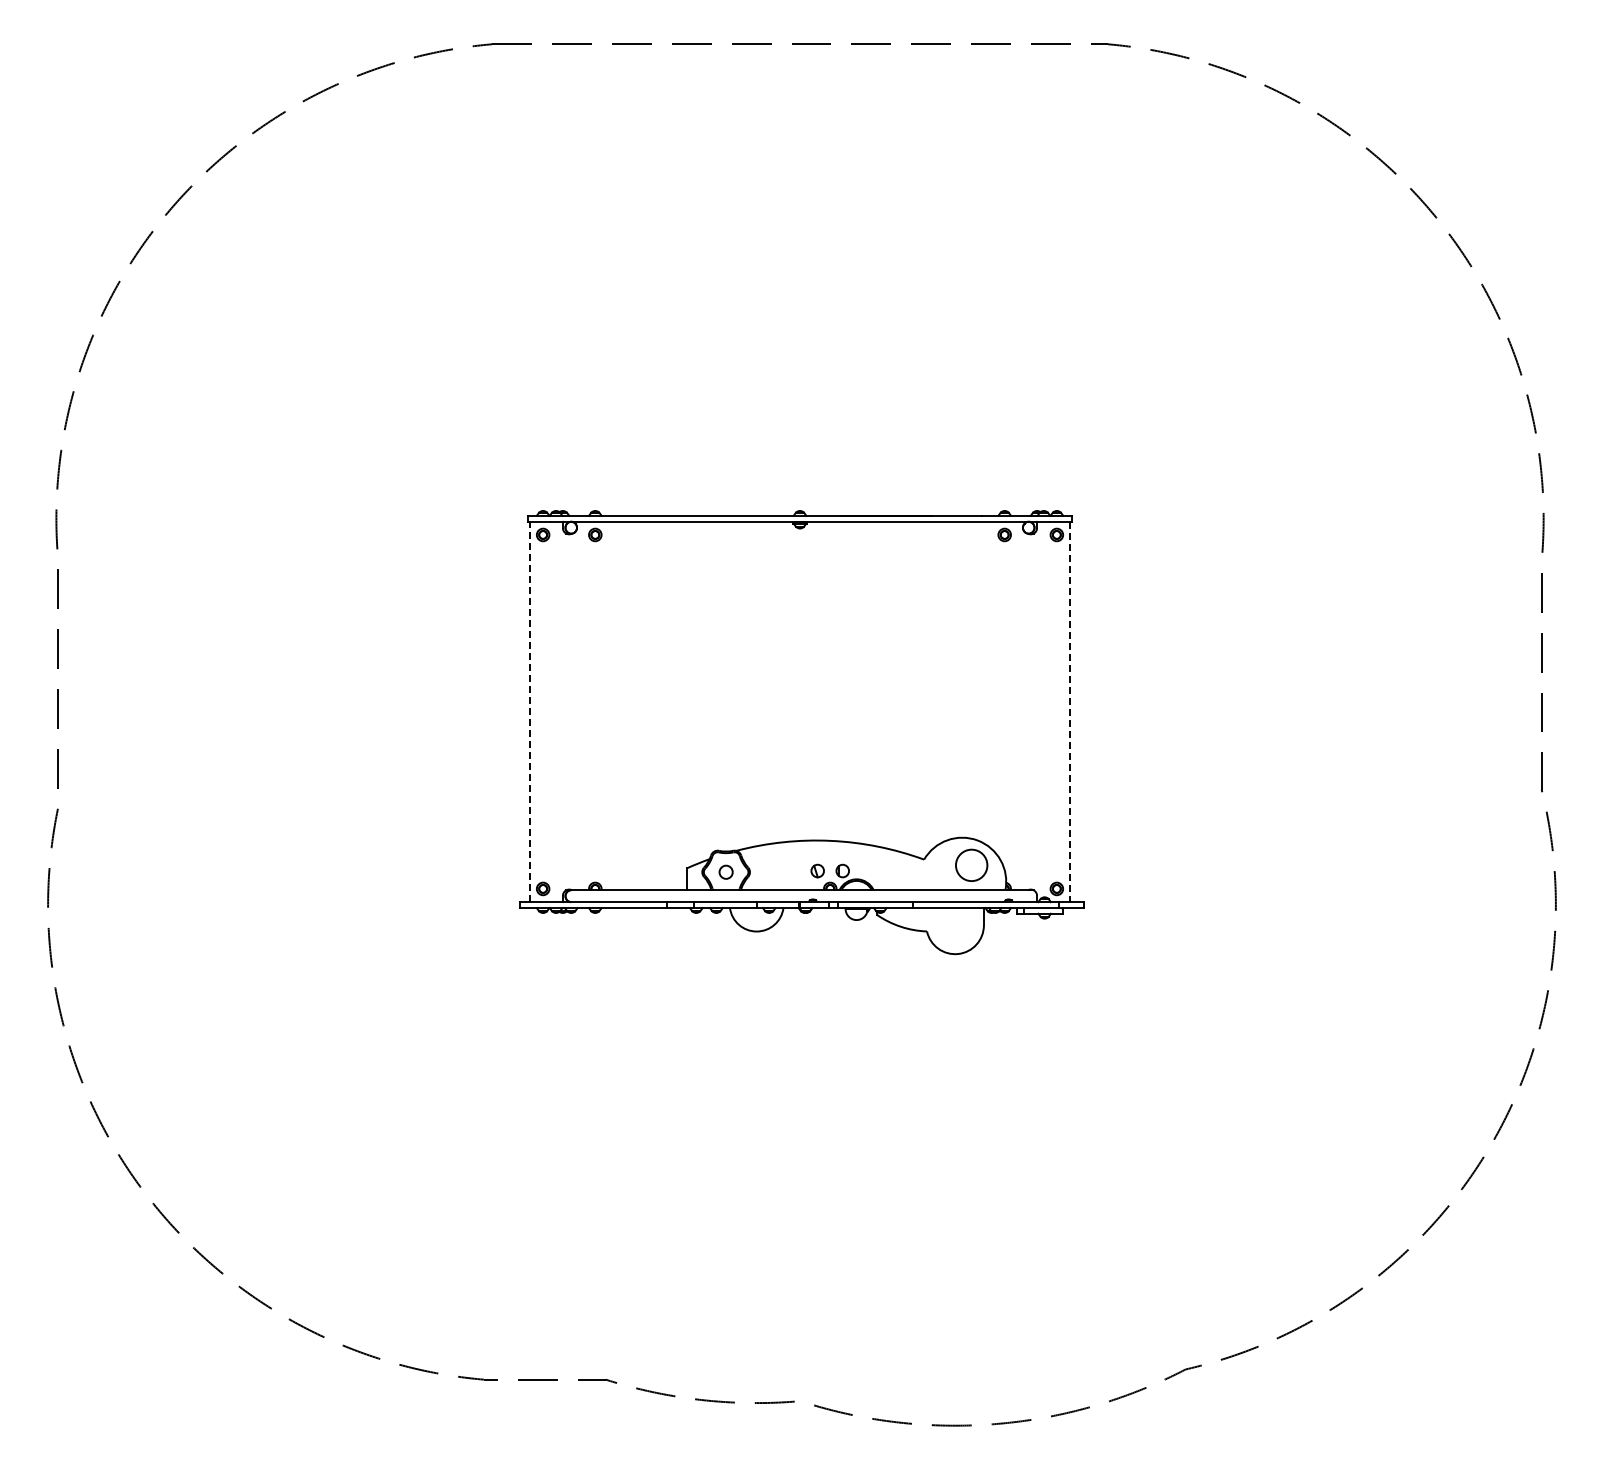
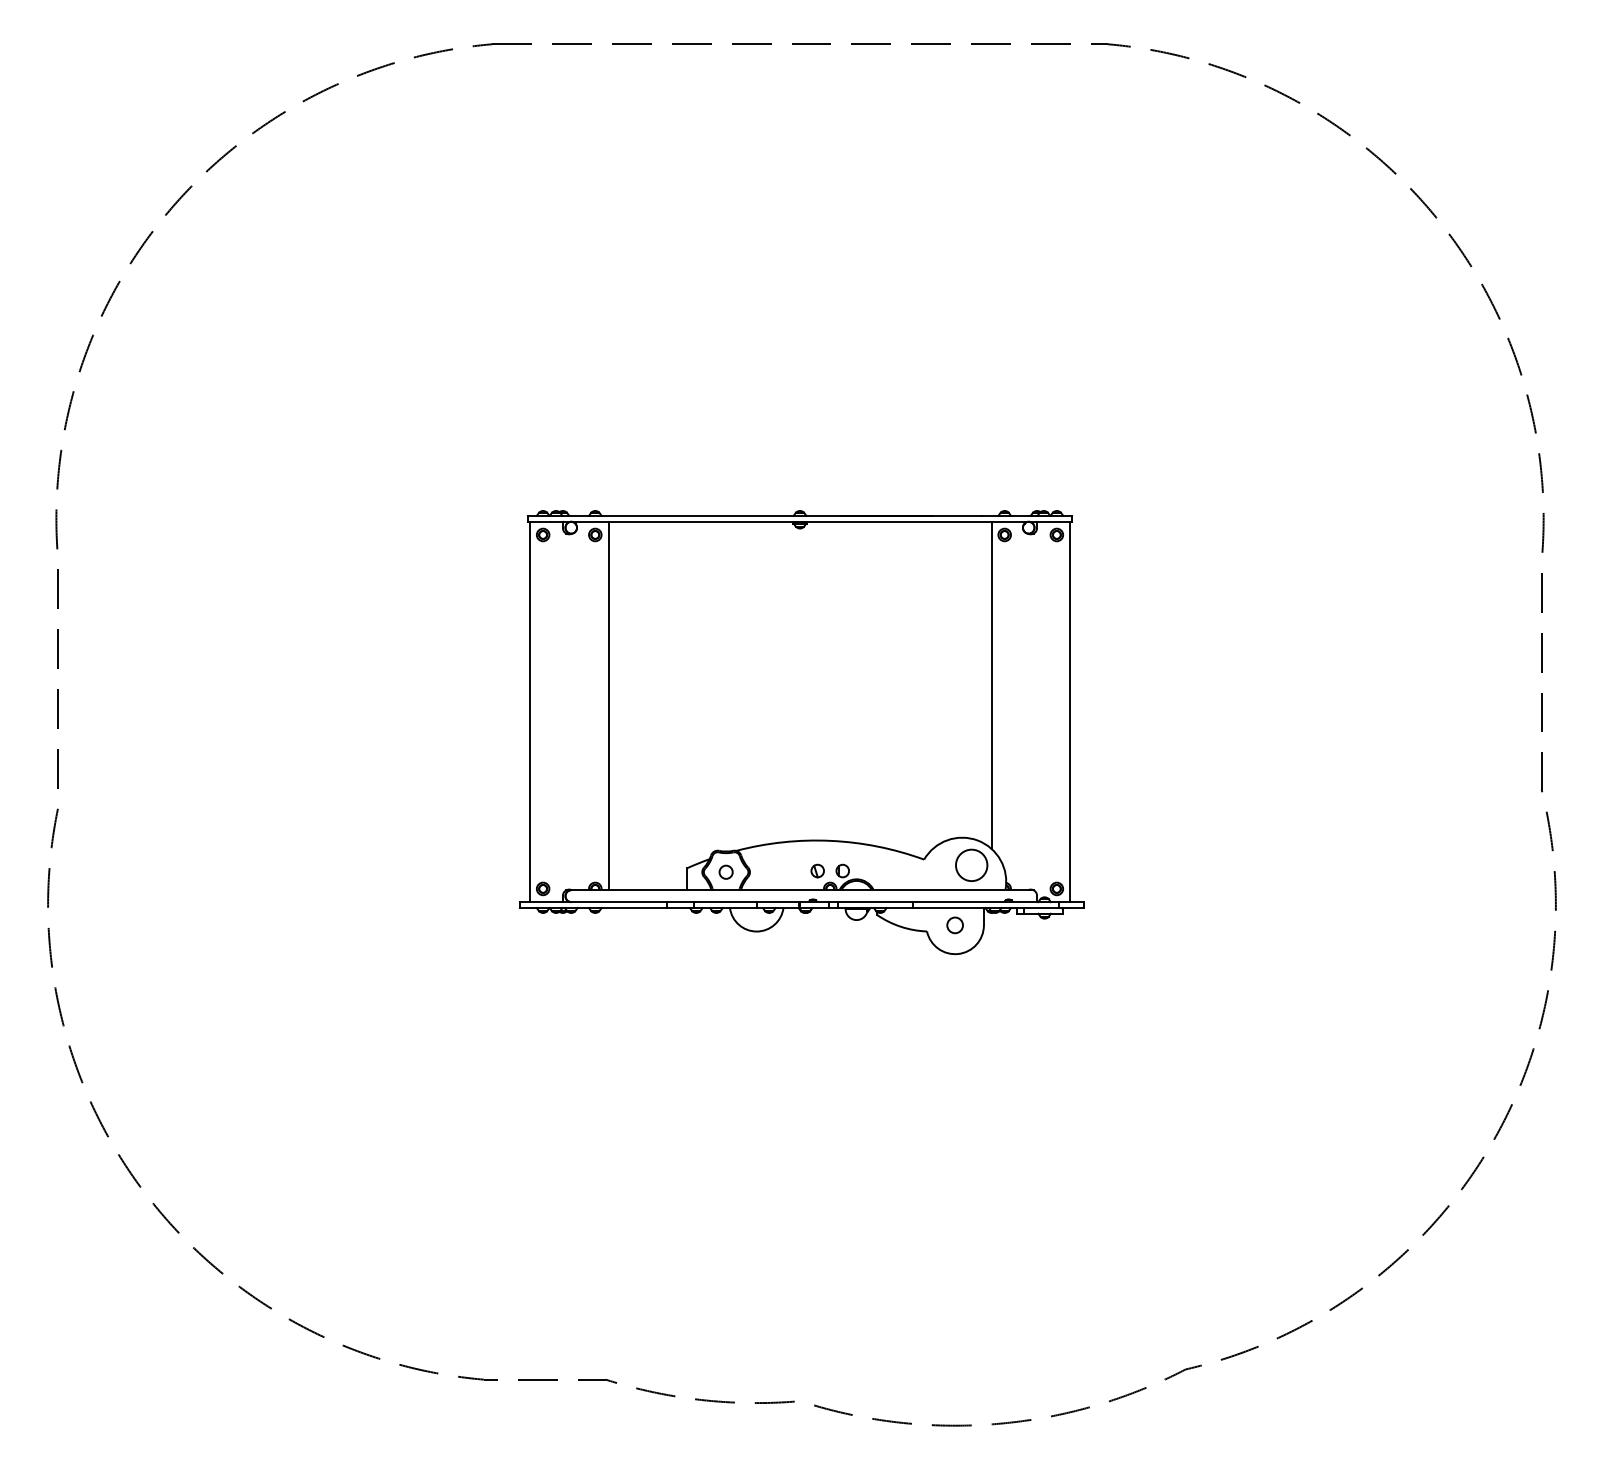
line at (991, 684): none -> present
line at (608, 705): none -> present
line at (529, 711): dashed -> solid
line at (1070, 712): dashed -> solid
circle at (954, 925): none -> present
